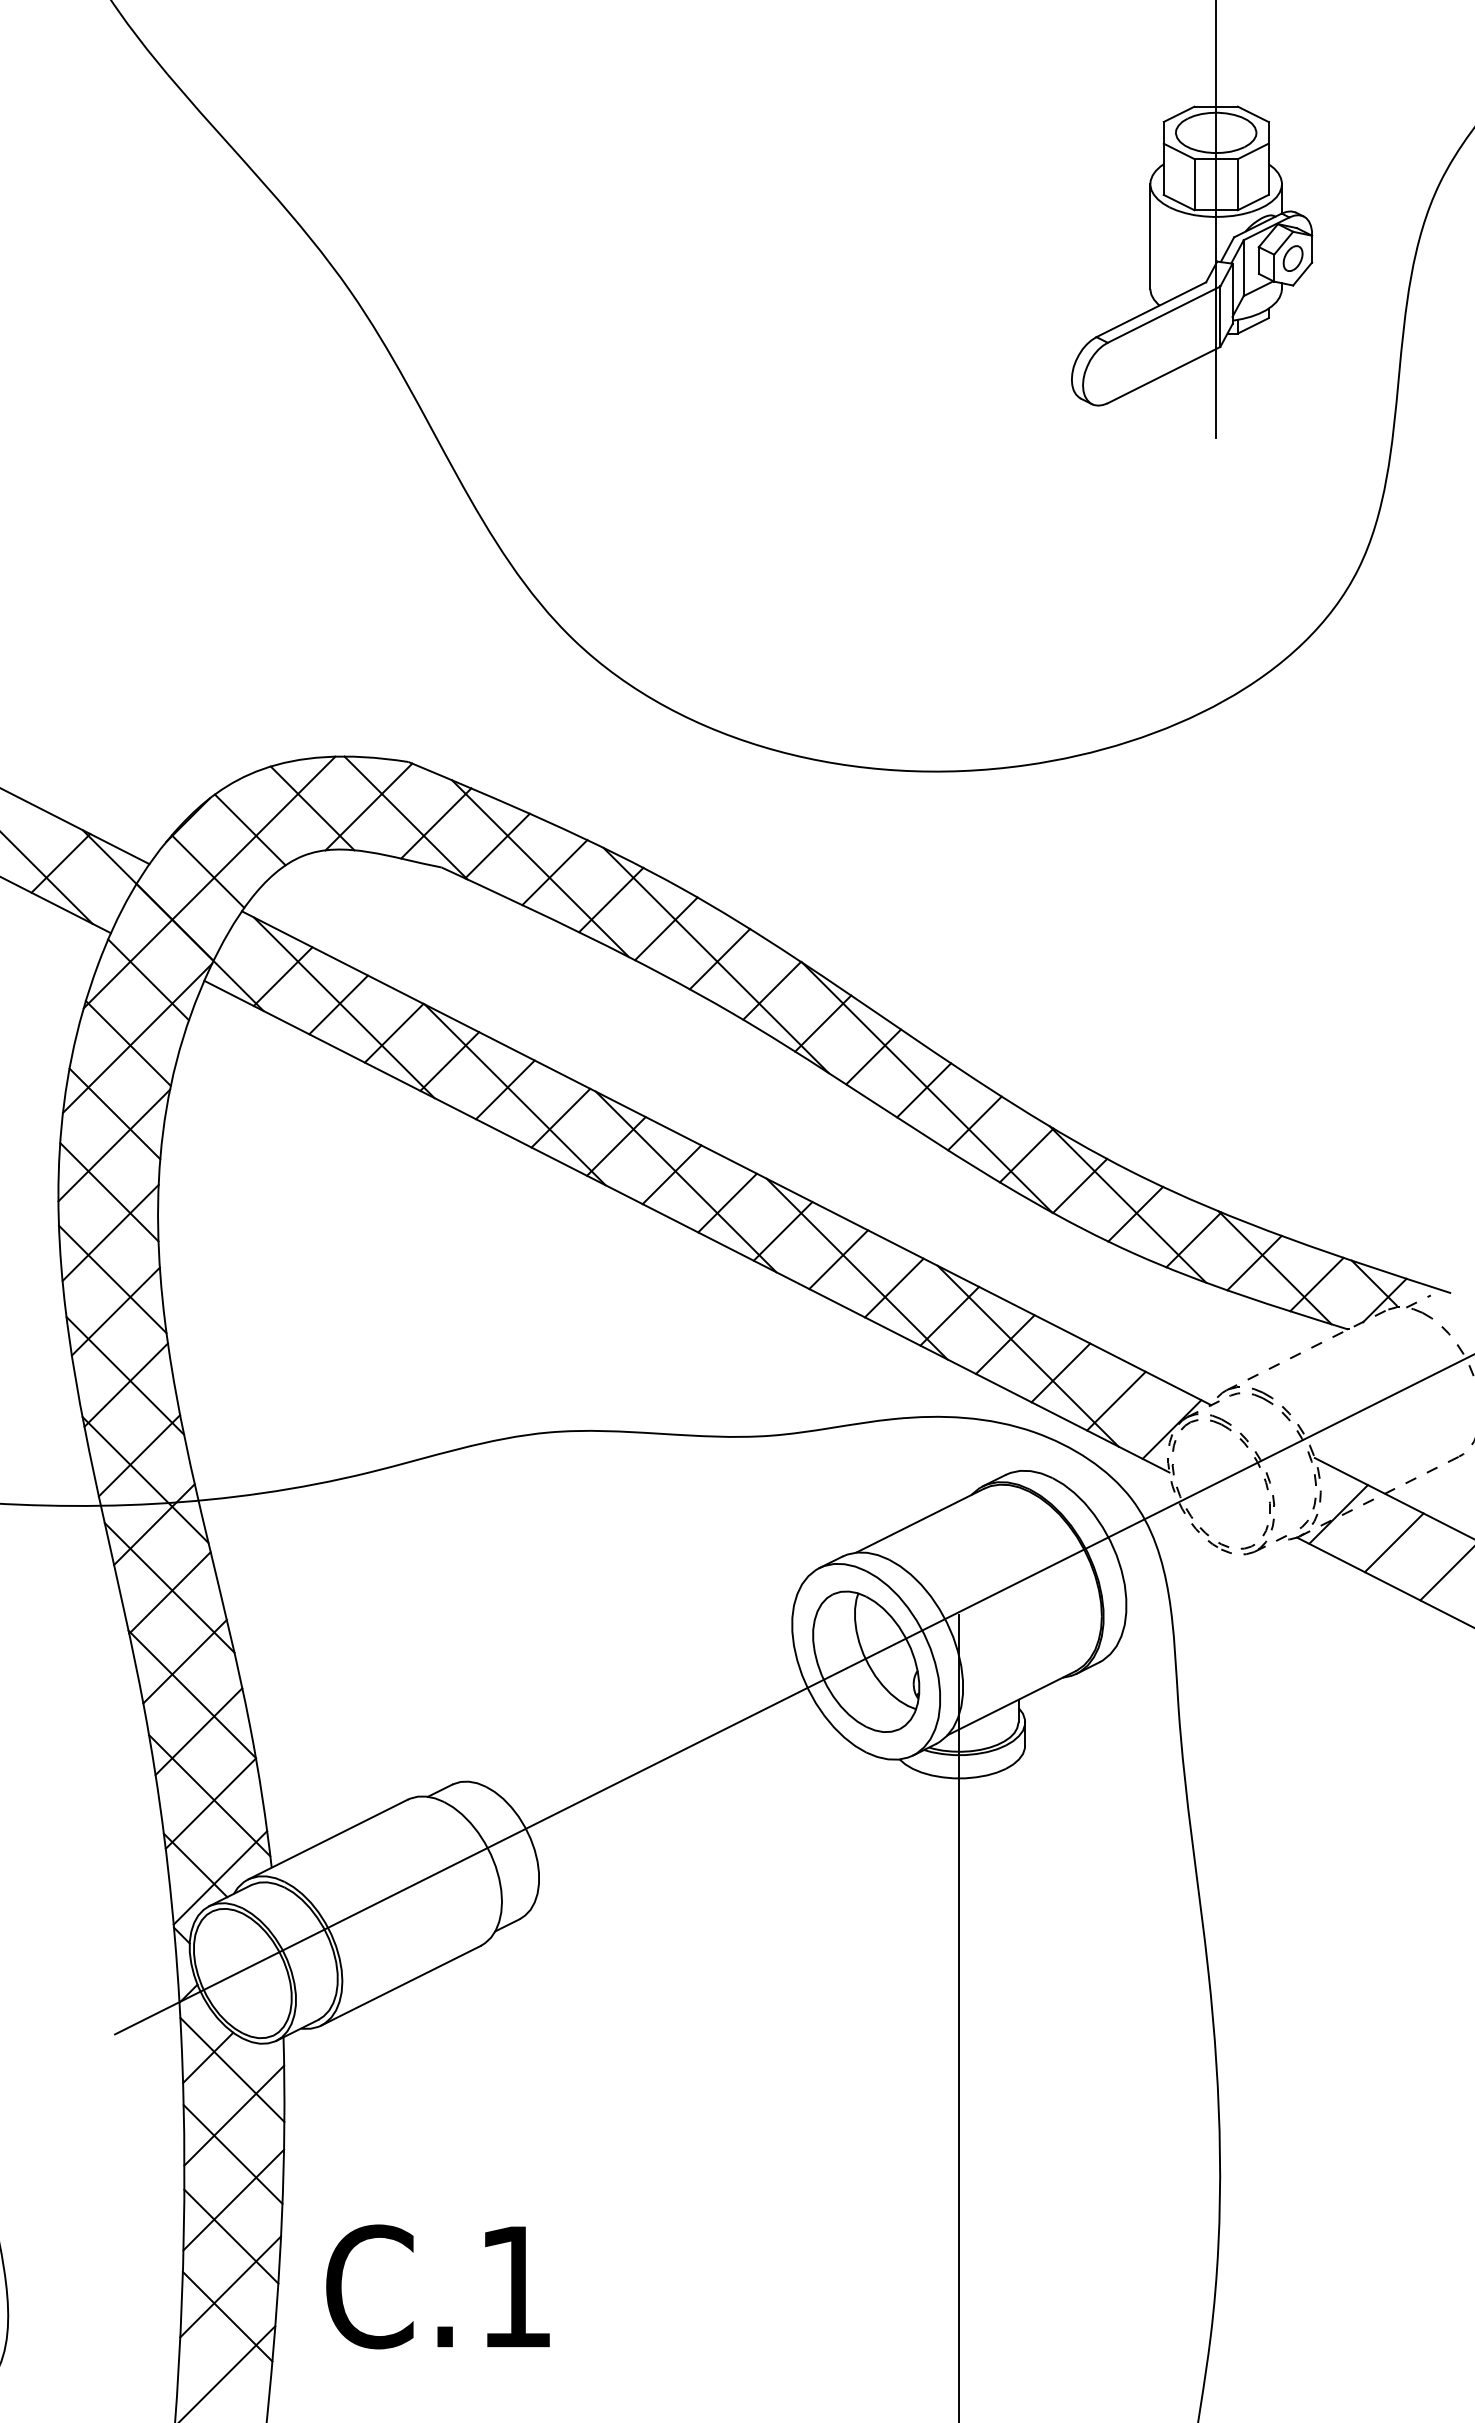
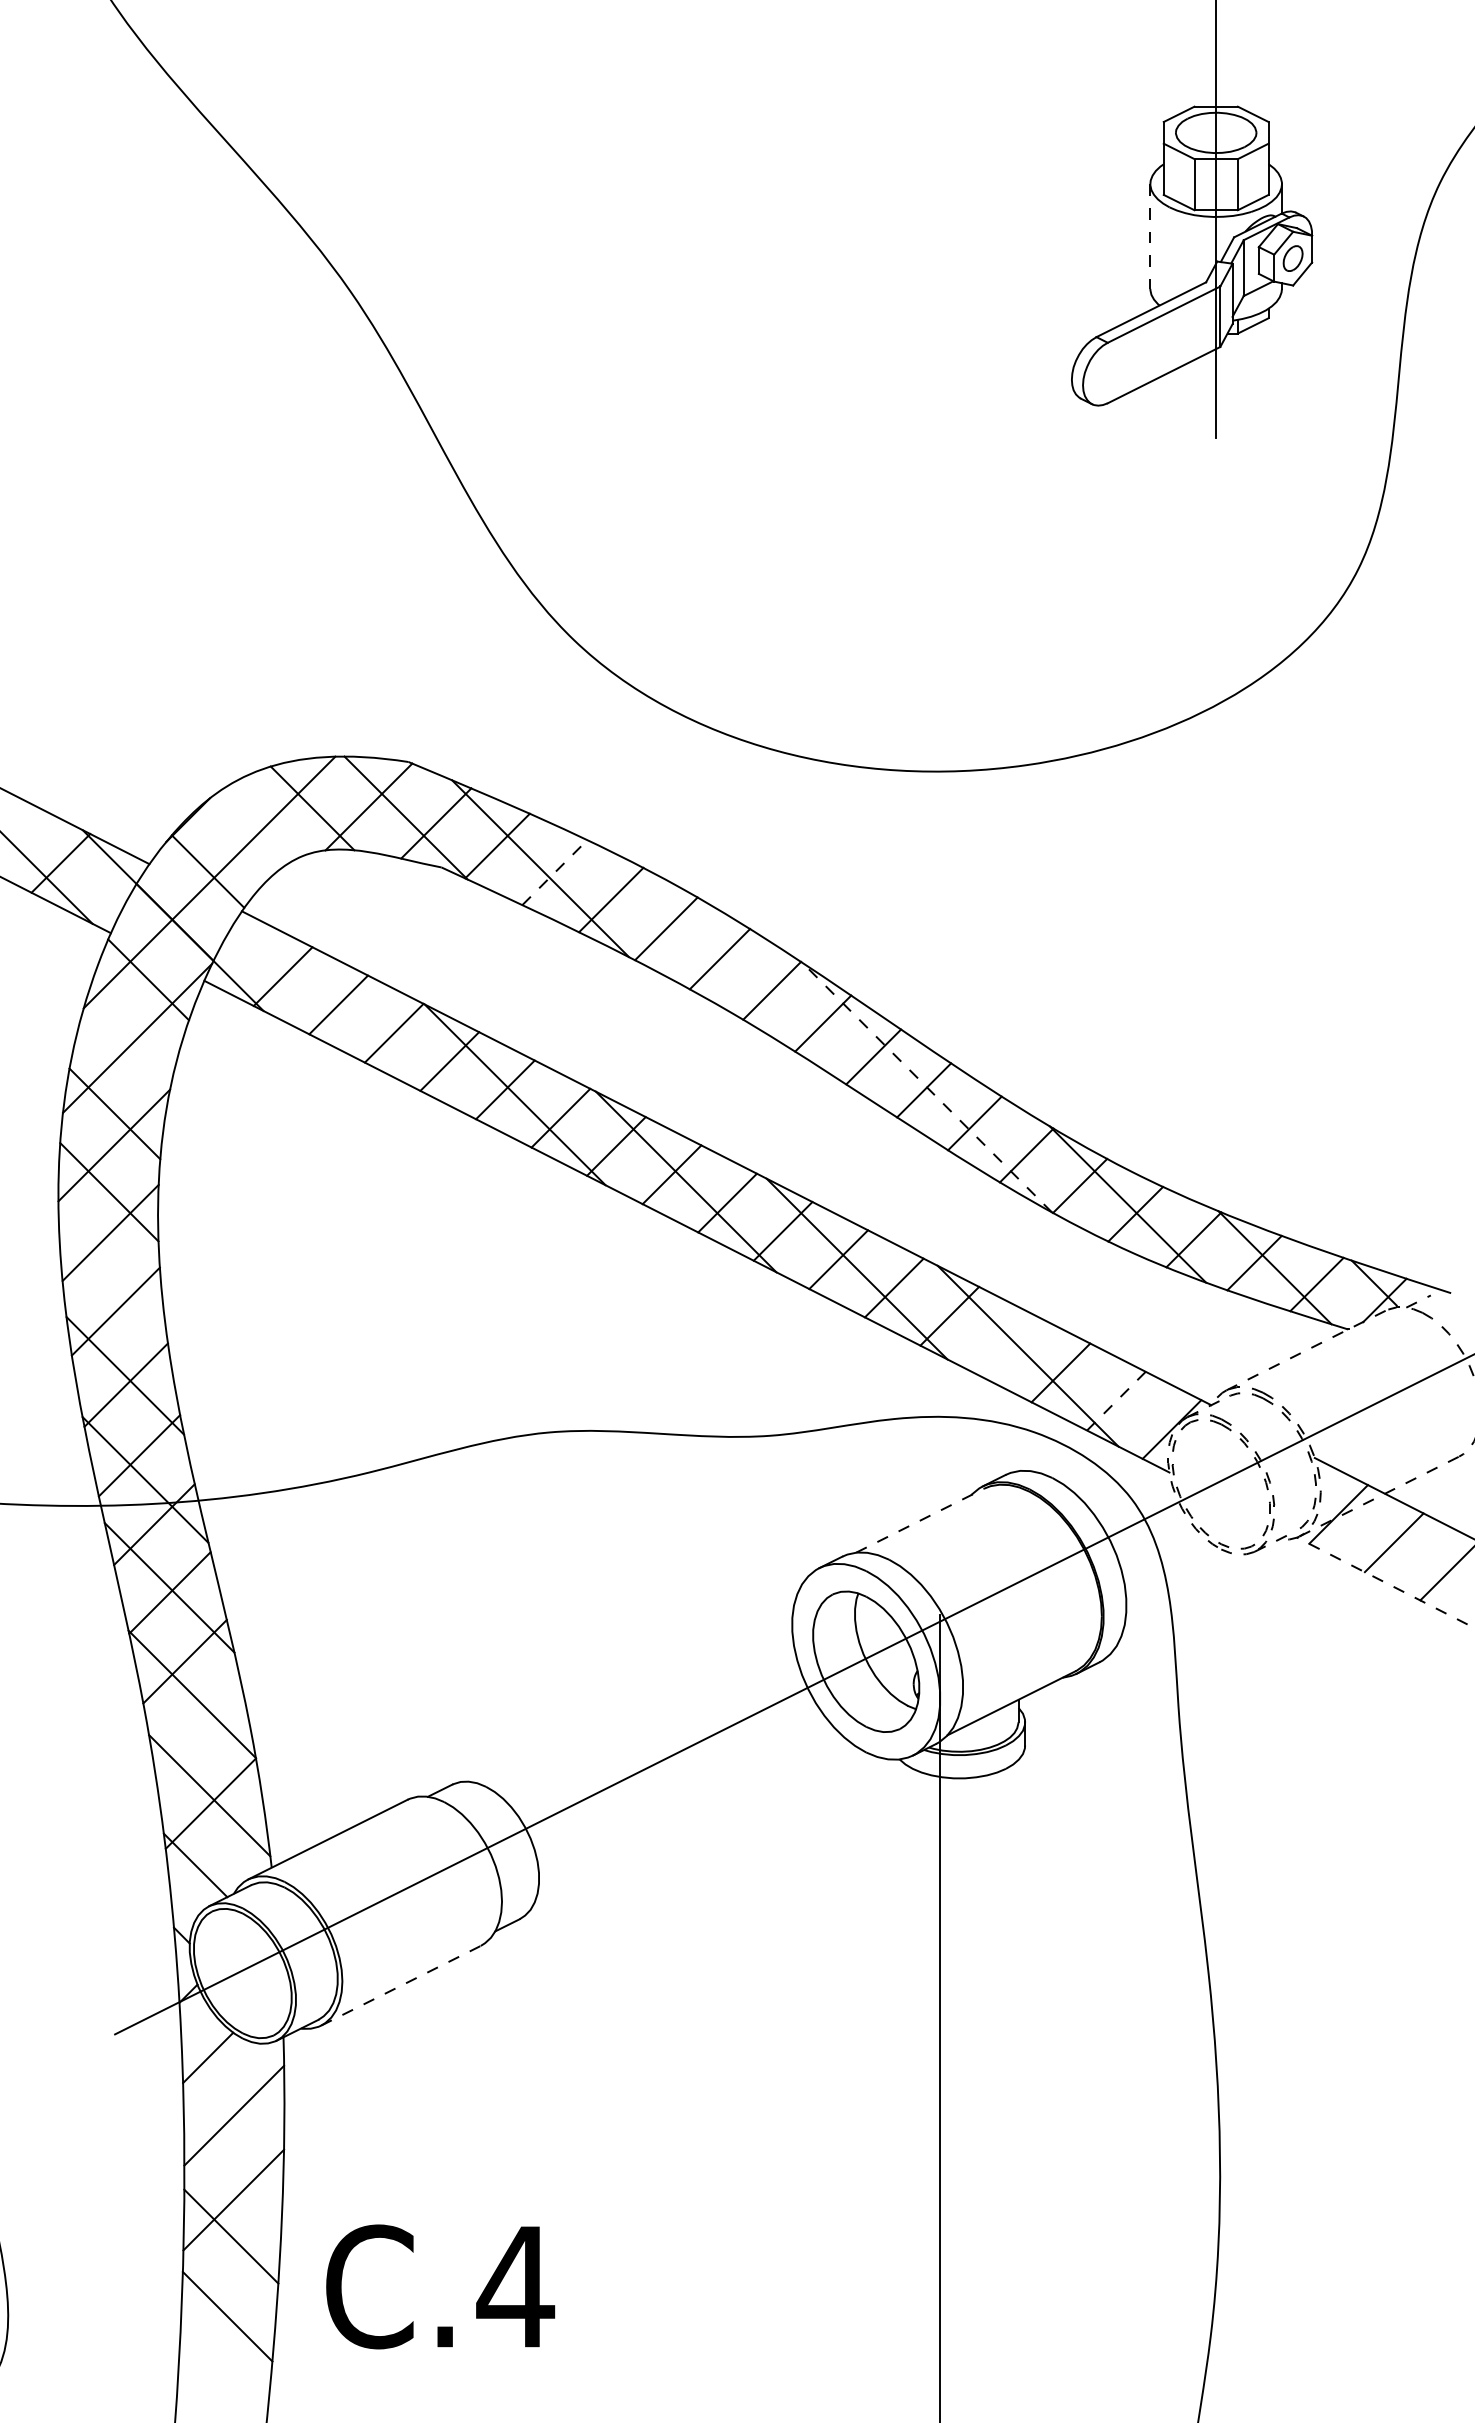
line at (1150, 237): solid -> dashed
line at (249, 829): present -> none
line at (554, 872): solid -> dashed
line at (715, 960): present -> none
line at (343, 1007): present -> none
line at (127, 1043): present -> none
line at (927, 1087): solid -> dashed
line at (112, 1279): present -> none
line at (1005, 1344): present -> none
line at (1116, 1401): solid -> dashed
line at (920, 1520): solid -> dashed
line at (1385, 1582): solid -> dashed
line at (198, 1731): present -> none
line at (220, 1877): present -> none
line at (401, 1985): solid -> dashed
line at (959, 2017) position: (959, 2017) -> (940, 2017)
line at (232, 2069): present -> none
line at (232, 2154): present -> none
line at (230, 2286): present -> none
text at (515, 2286): C.1 -> C.4
line at (228, 2372): present -> none
